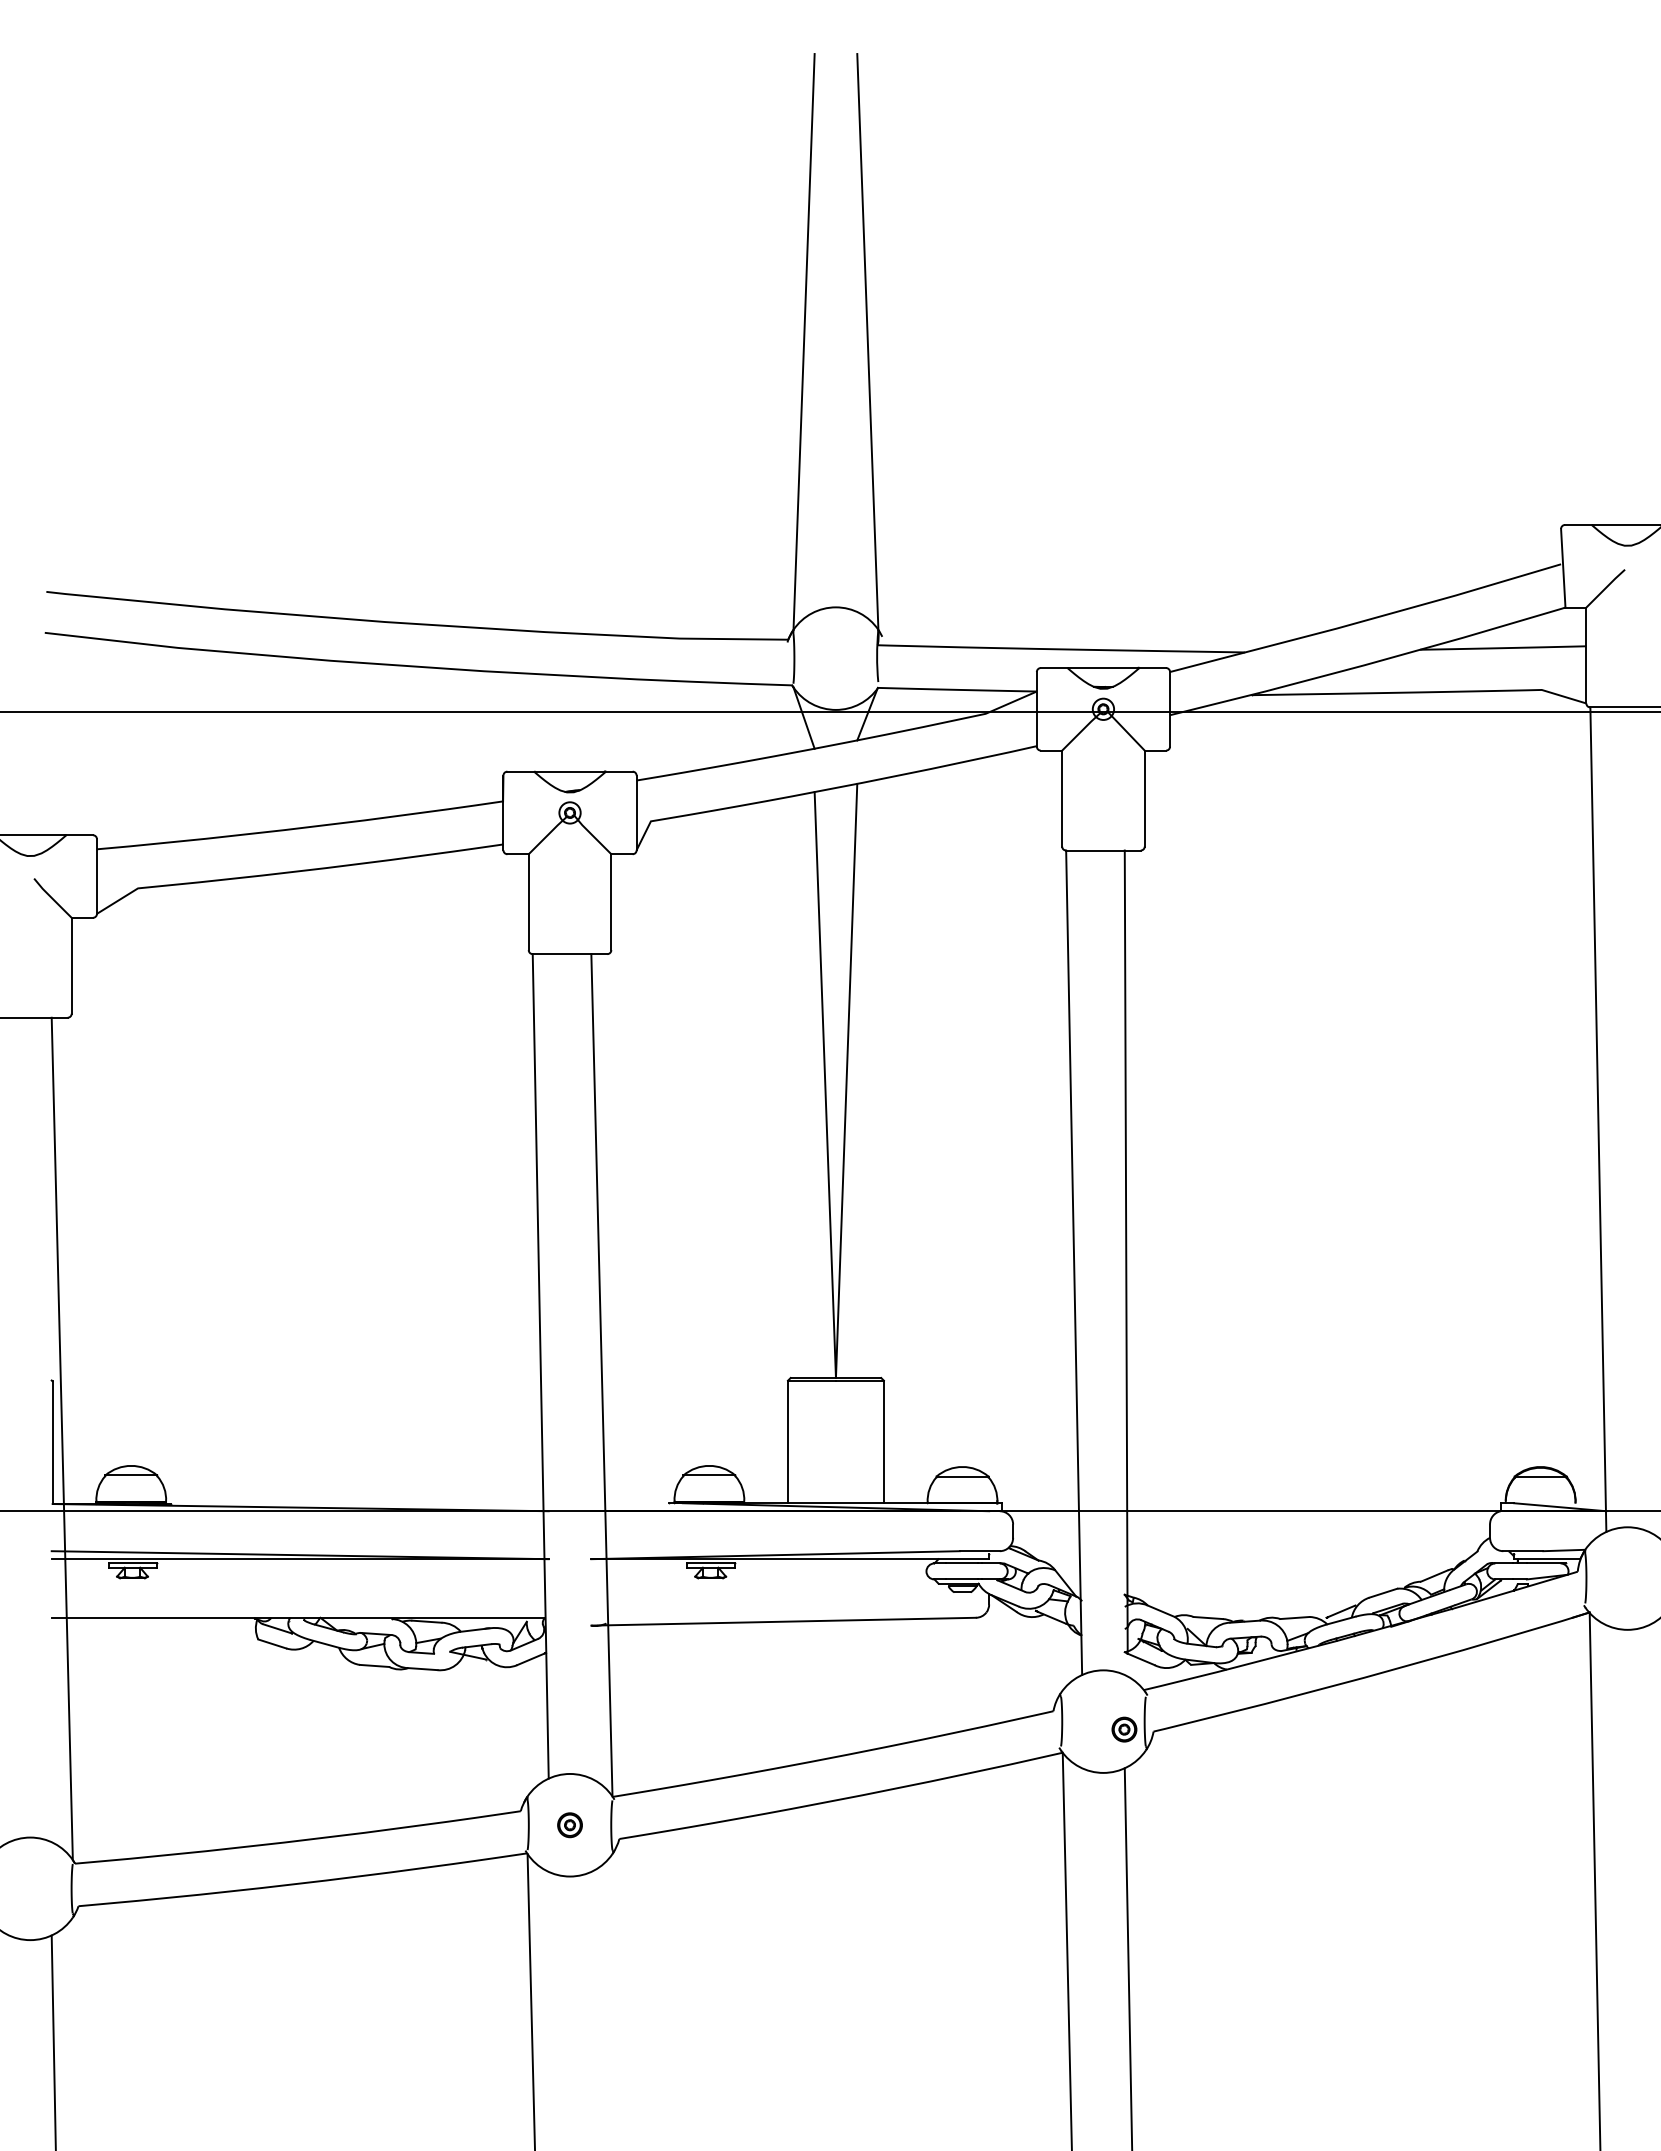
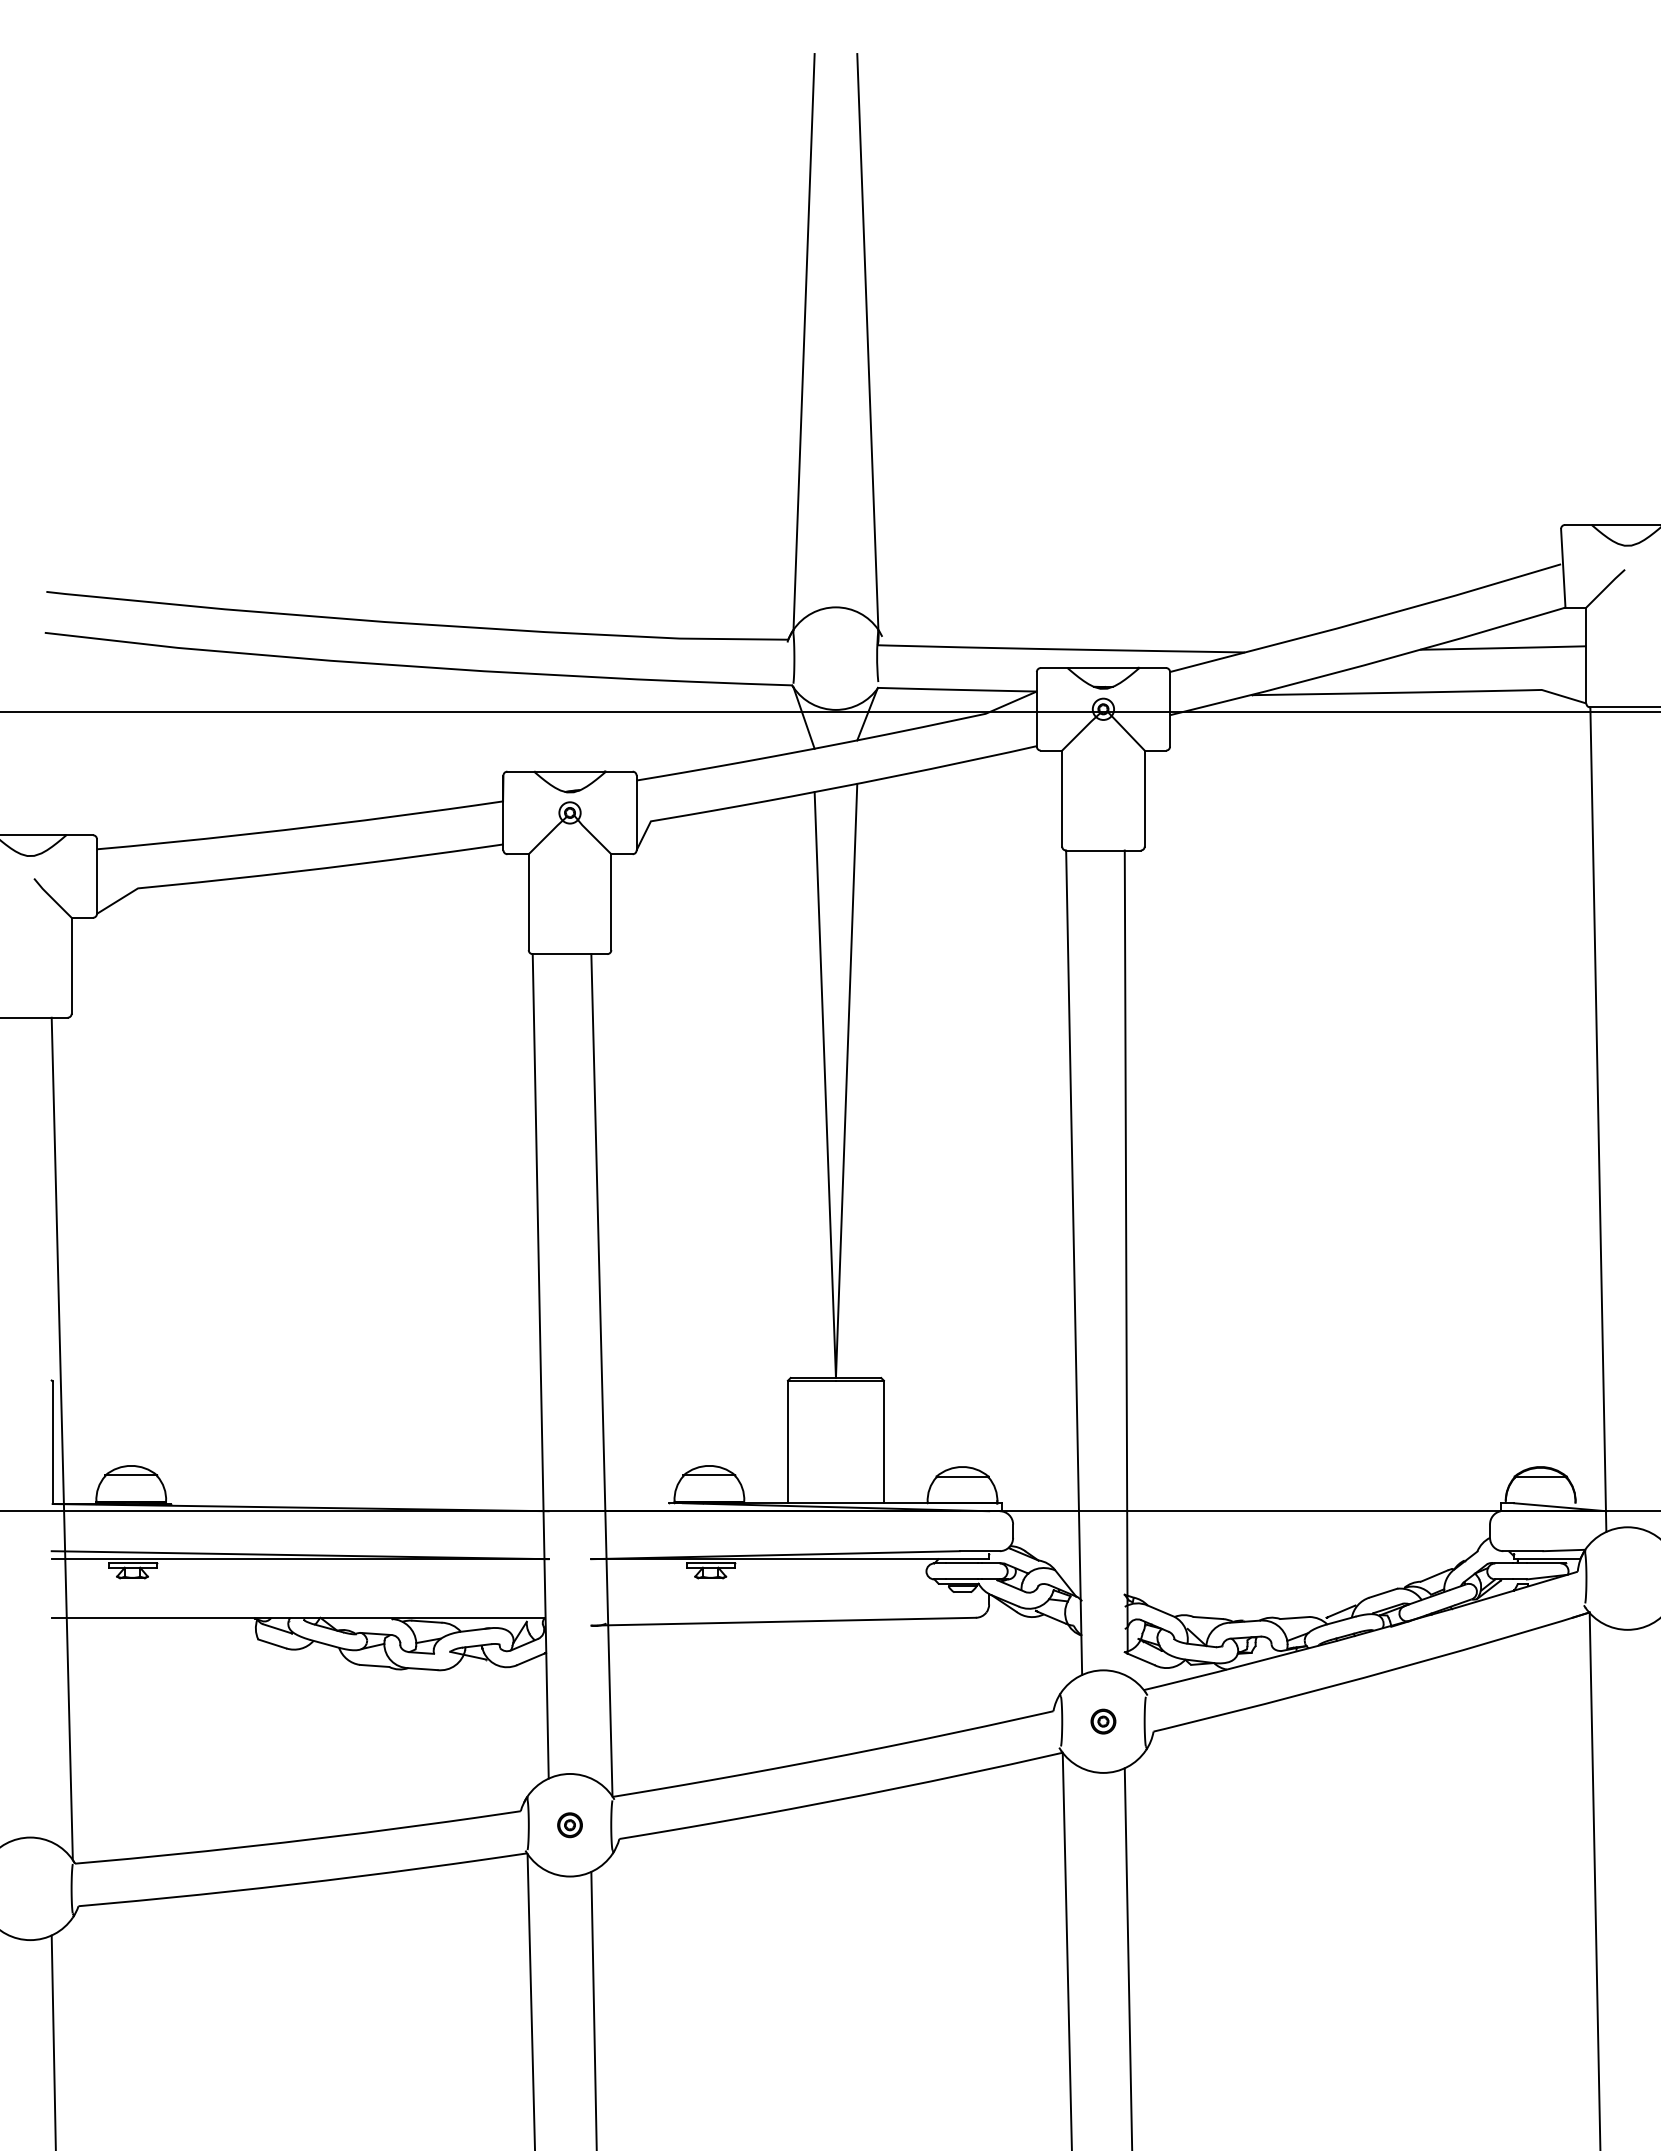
part at (1124, 1729) position: (1124, 1729) -> (1103, 1721)
line at (593, 2009): none -> present
